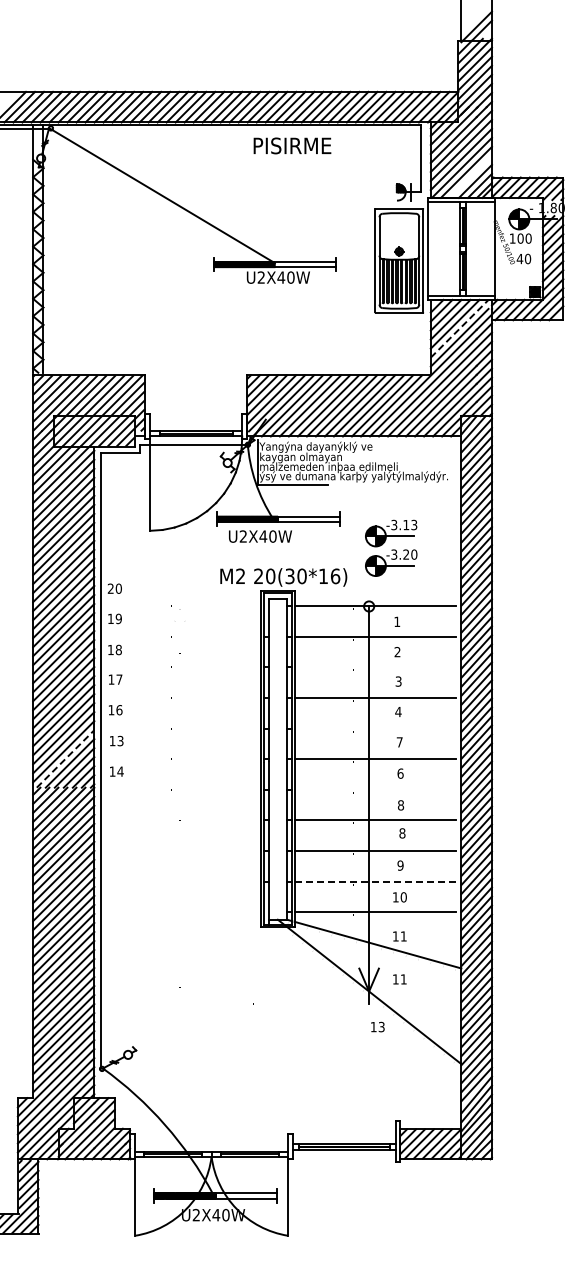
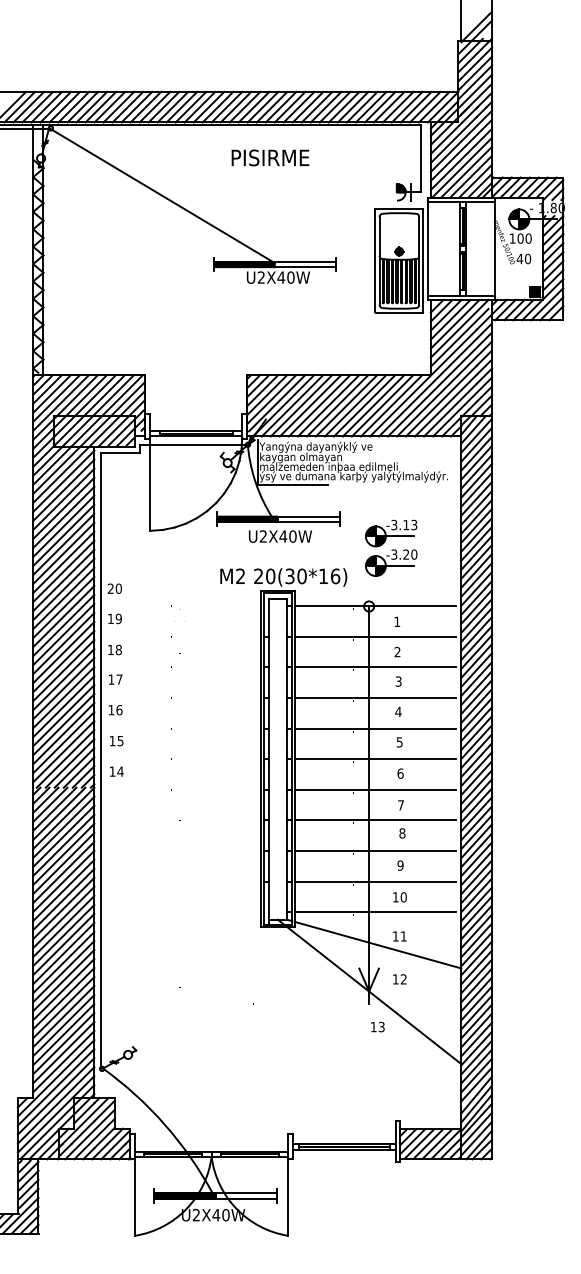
text at (292, 145) position: (292, 145) -> (270, 157)
line at (470, 176): none -> present
line at (459, 328): dashed -> solid
text at (260, 536) position: (260, 536) -> (280, 536)
line at (375, 667): none -> present
line at (375, 728): none -> present
text at (120, 740): 13 -> 15
text at (399, 742): 7 -> 5
line at (65, 758): dashed -> solid
line at (375, 789): none -> present
text at (401, 805): 8 -> 7
line at (375, 881): dashed -> solid
text at (403, 979): 11 -> 12
